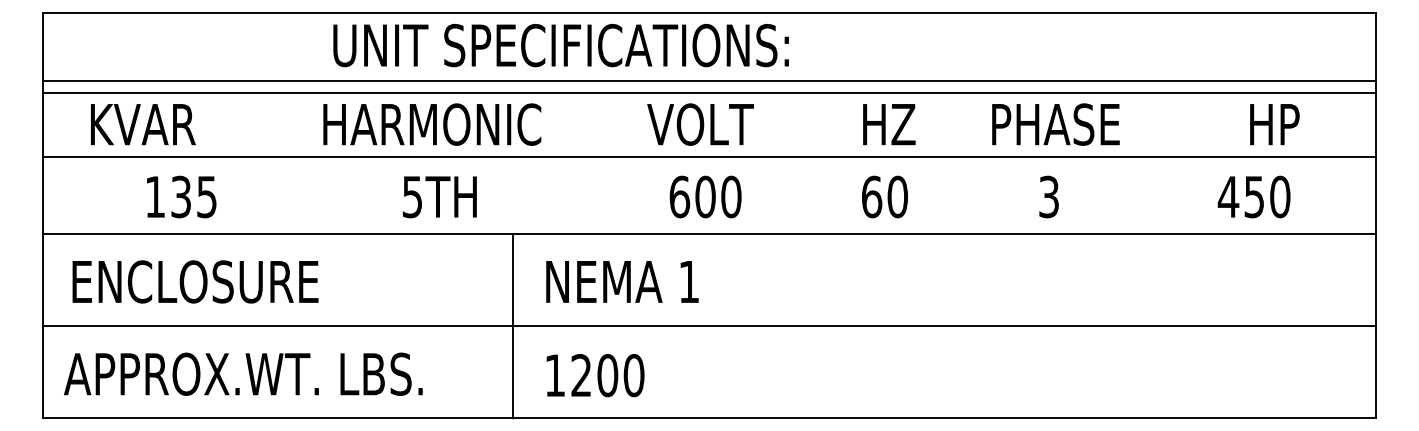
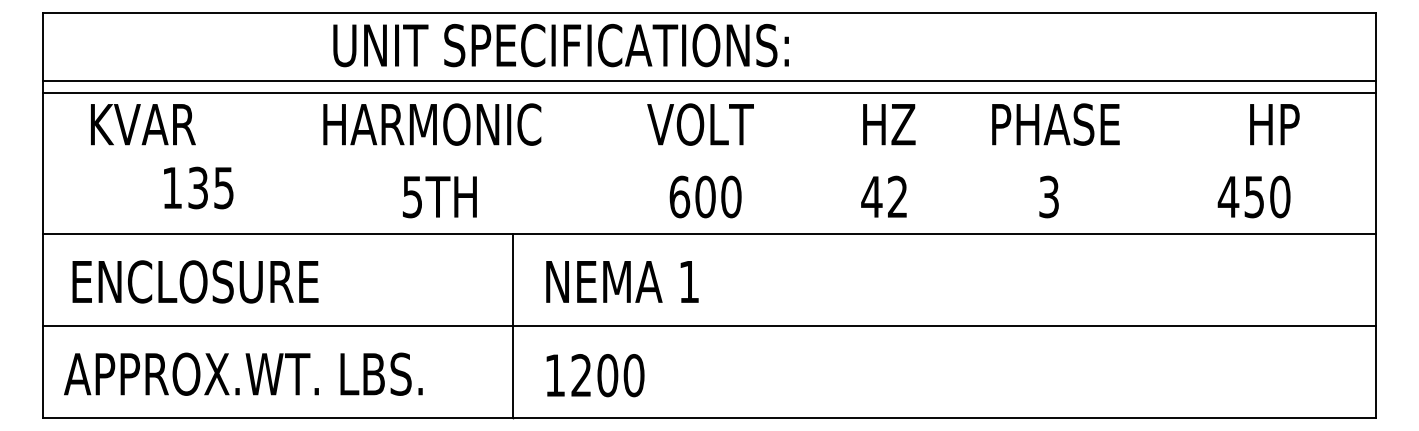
line at (709, 157): present -> none
text at (181, 196) position: (181, 196) -> (198, 187)
text at (884, 196): 60 -> 42
